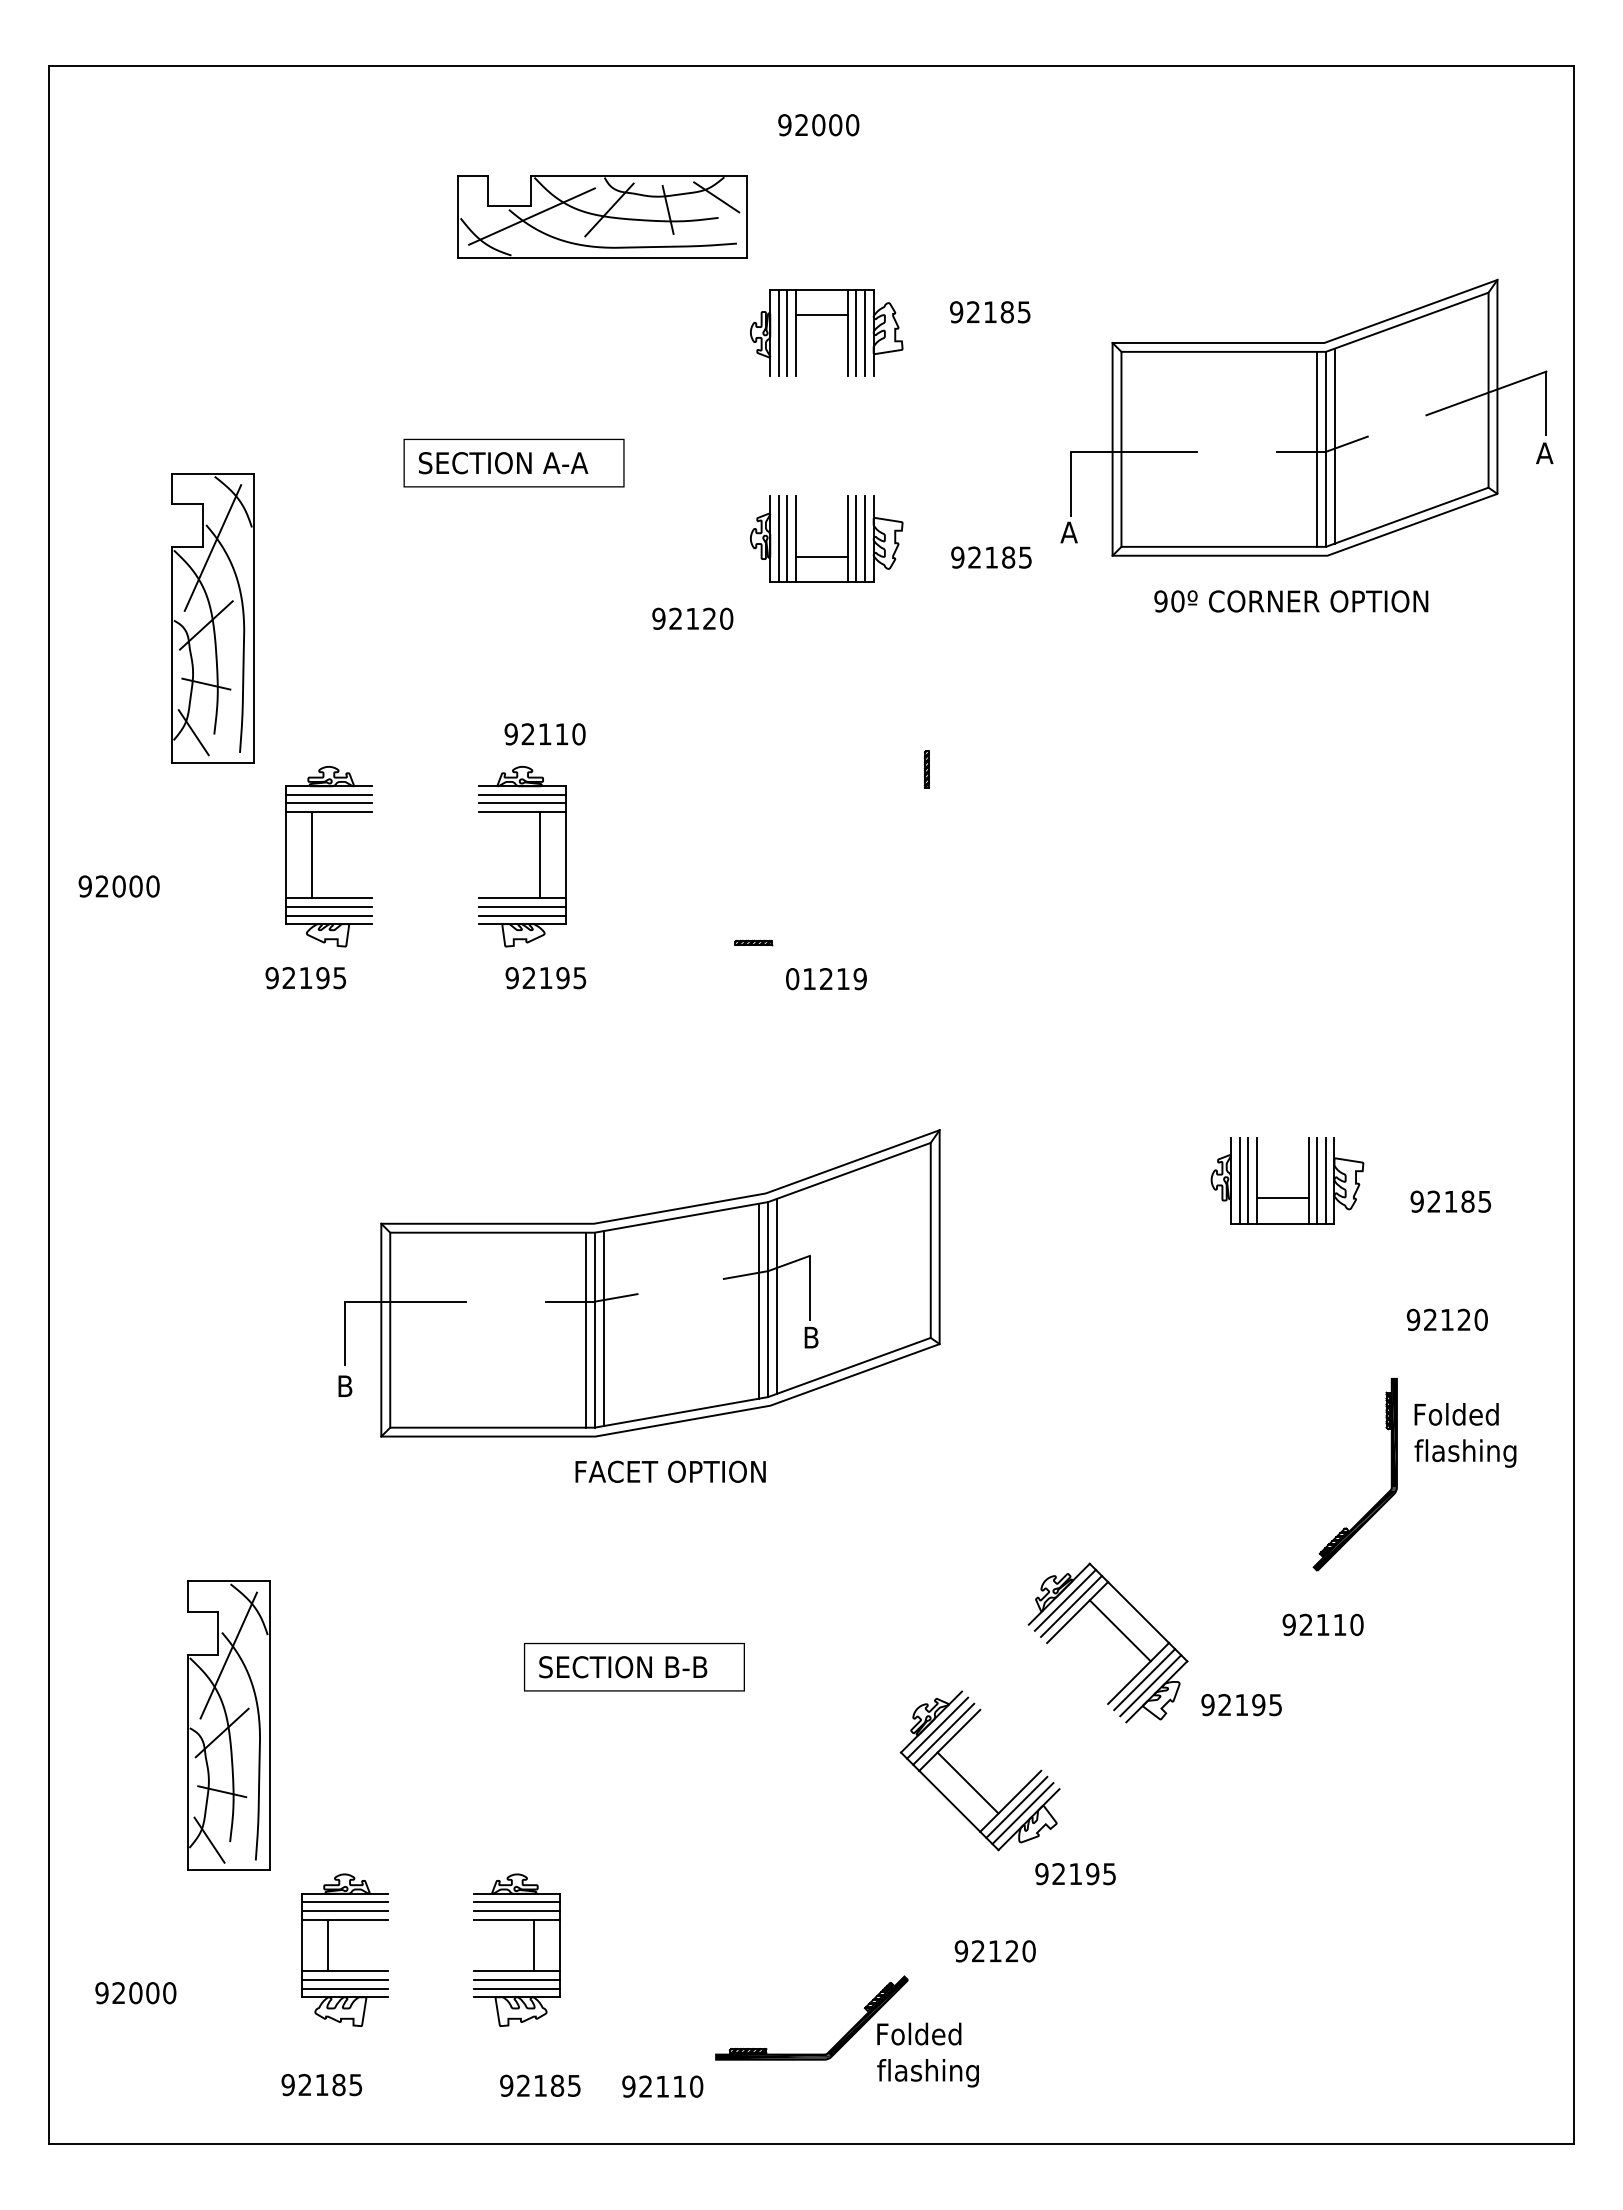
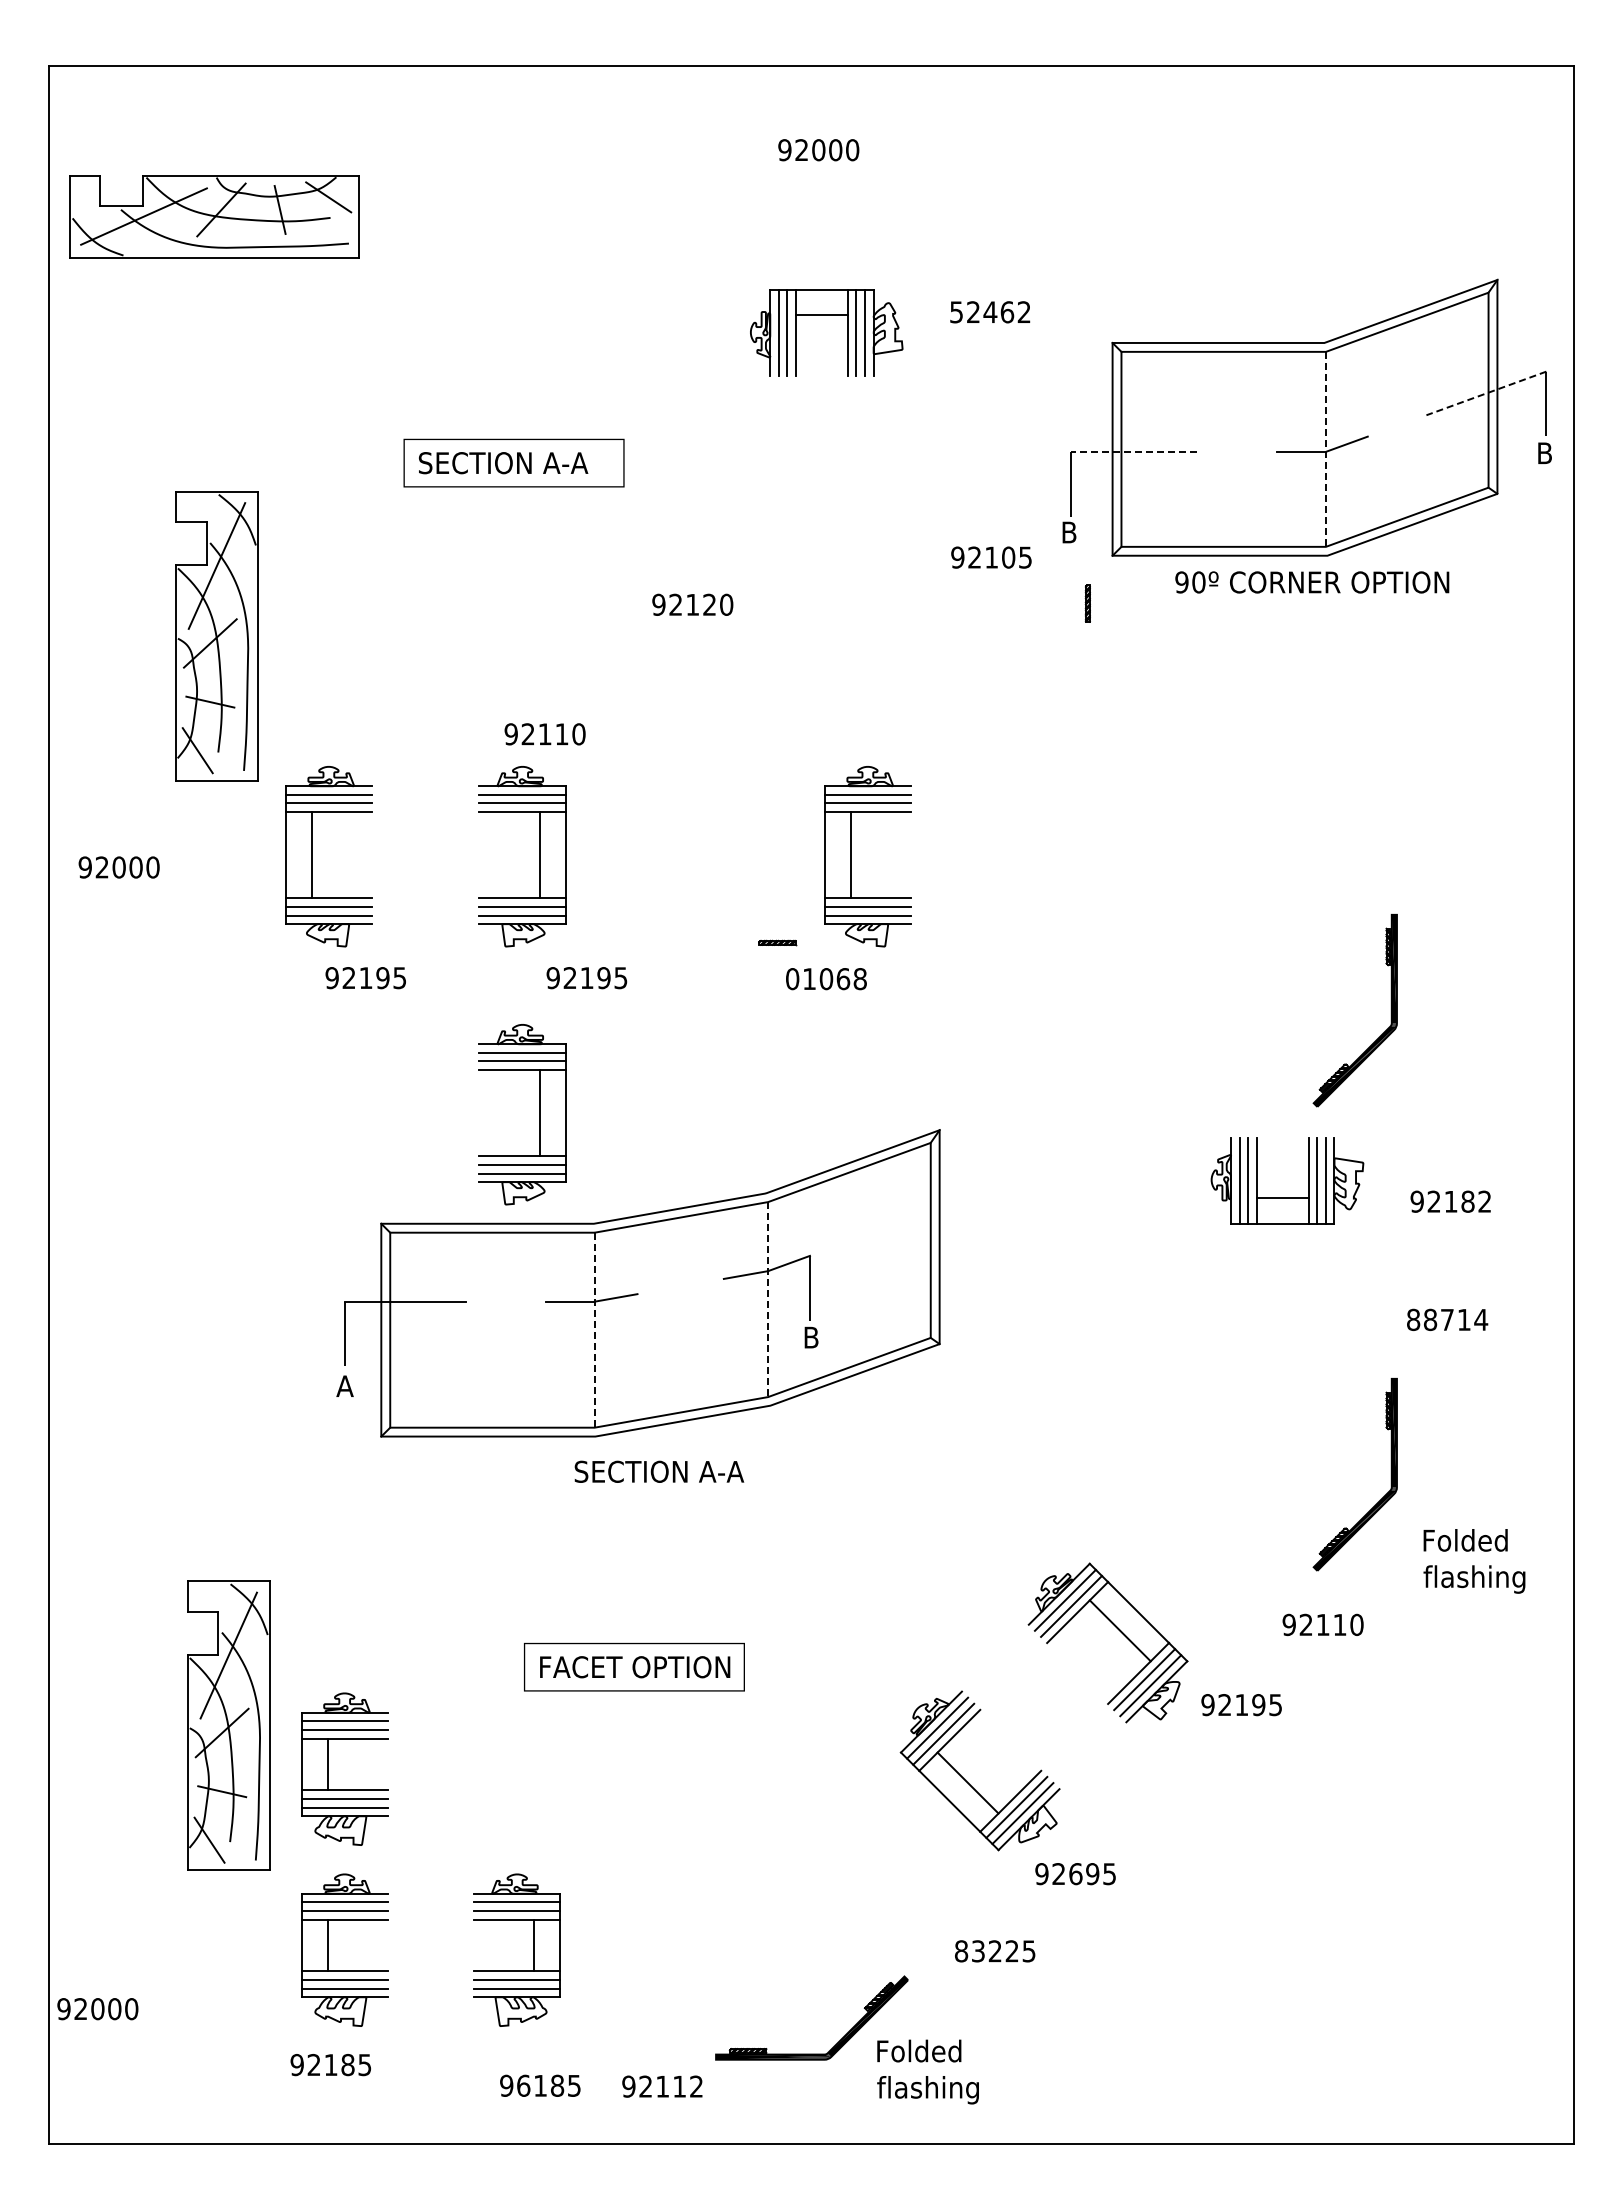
text at (818, 125) position: (818, 125) -> (818, 150)
part at (602, 216) position: (602, 216) -> (214, 216)
text at (990, 312): 92185 -> 52462
line at (1486, 393): solid -> dashed
line at (1334, 445): present -> none
line at (1317, 448): present -> none
line at (1325, 449): solid -> dashed
line at (1134, 451): solid -> dashed
text at (1544, 453): A -> B
text at (1068, 532): A -> B
part at (826, 556): present -> none
text at (1008, 557): 92185 -> 92105
text at (1291, 601) position: (1291, 601) -> (1312, 582)
part at (212, 618) position: (212, 618) -> (216, 636)
text at (692, 618) position: (692, 618) -> (692, 604)
part at (926, 769) position: (926, 769) -> (1087, 603)
part at (851, 856): none -> present
text at (118, 886) position: (118, 886) -> (118, 867)
part at (753, 942) position: (753, 942) -> (777, 942)
text at (305, 978) position: (305, 978) -> (365, 978)
text at (545, 978) position: (545, 978) -> (586, 978)
text at (842, 979): 01219 -> 01068
part at (1390, 1010): none -> present
part at (539, 1114): none -> present
text at (1484, 1201): 92185 -> 92182
line at (777, 1295): present -> none
line at (759, 1300): present -> none
line at (768, 1300): solid -> dashed
text at (1447, 1319): 92120 -> 88714
line at (603, 1328): present -> none
line at (585, 1329): present -> none
line at (594, 1330): solid -> dashed
text at (344, 1385): B -> A
text at (1465, 1435) position: (1465, 1435) -> (1474, 1561)
text at (669, 1471): FACET OPTION -> SECTION A-A
text at (634, 1667): SECTION B-B -> FACET OPTION
part at (328, 1768): none -> present
text at (1075, 1874): 92195 -> 92695
text at (994, 1951): 92120 -> 83225
text at (135, 1993) position: (135, 1993) -> (97, 2009)
text at (927, 2054) position: (927, 2054) -> (927, 2071)
text at (321, 2085) position: (321, 2085) -> (330, 2065)
text at (523, 2085): 92185 -> 96185
text at (696, 2086): 92110 -> 92112
